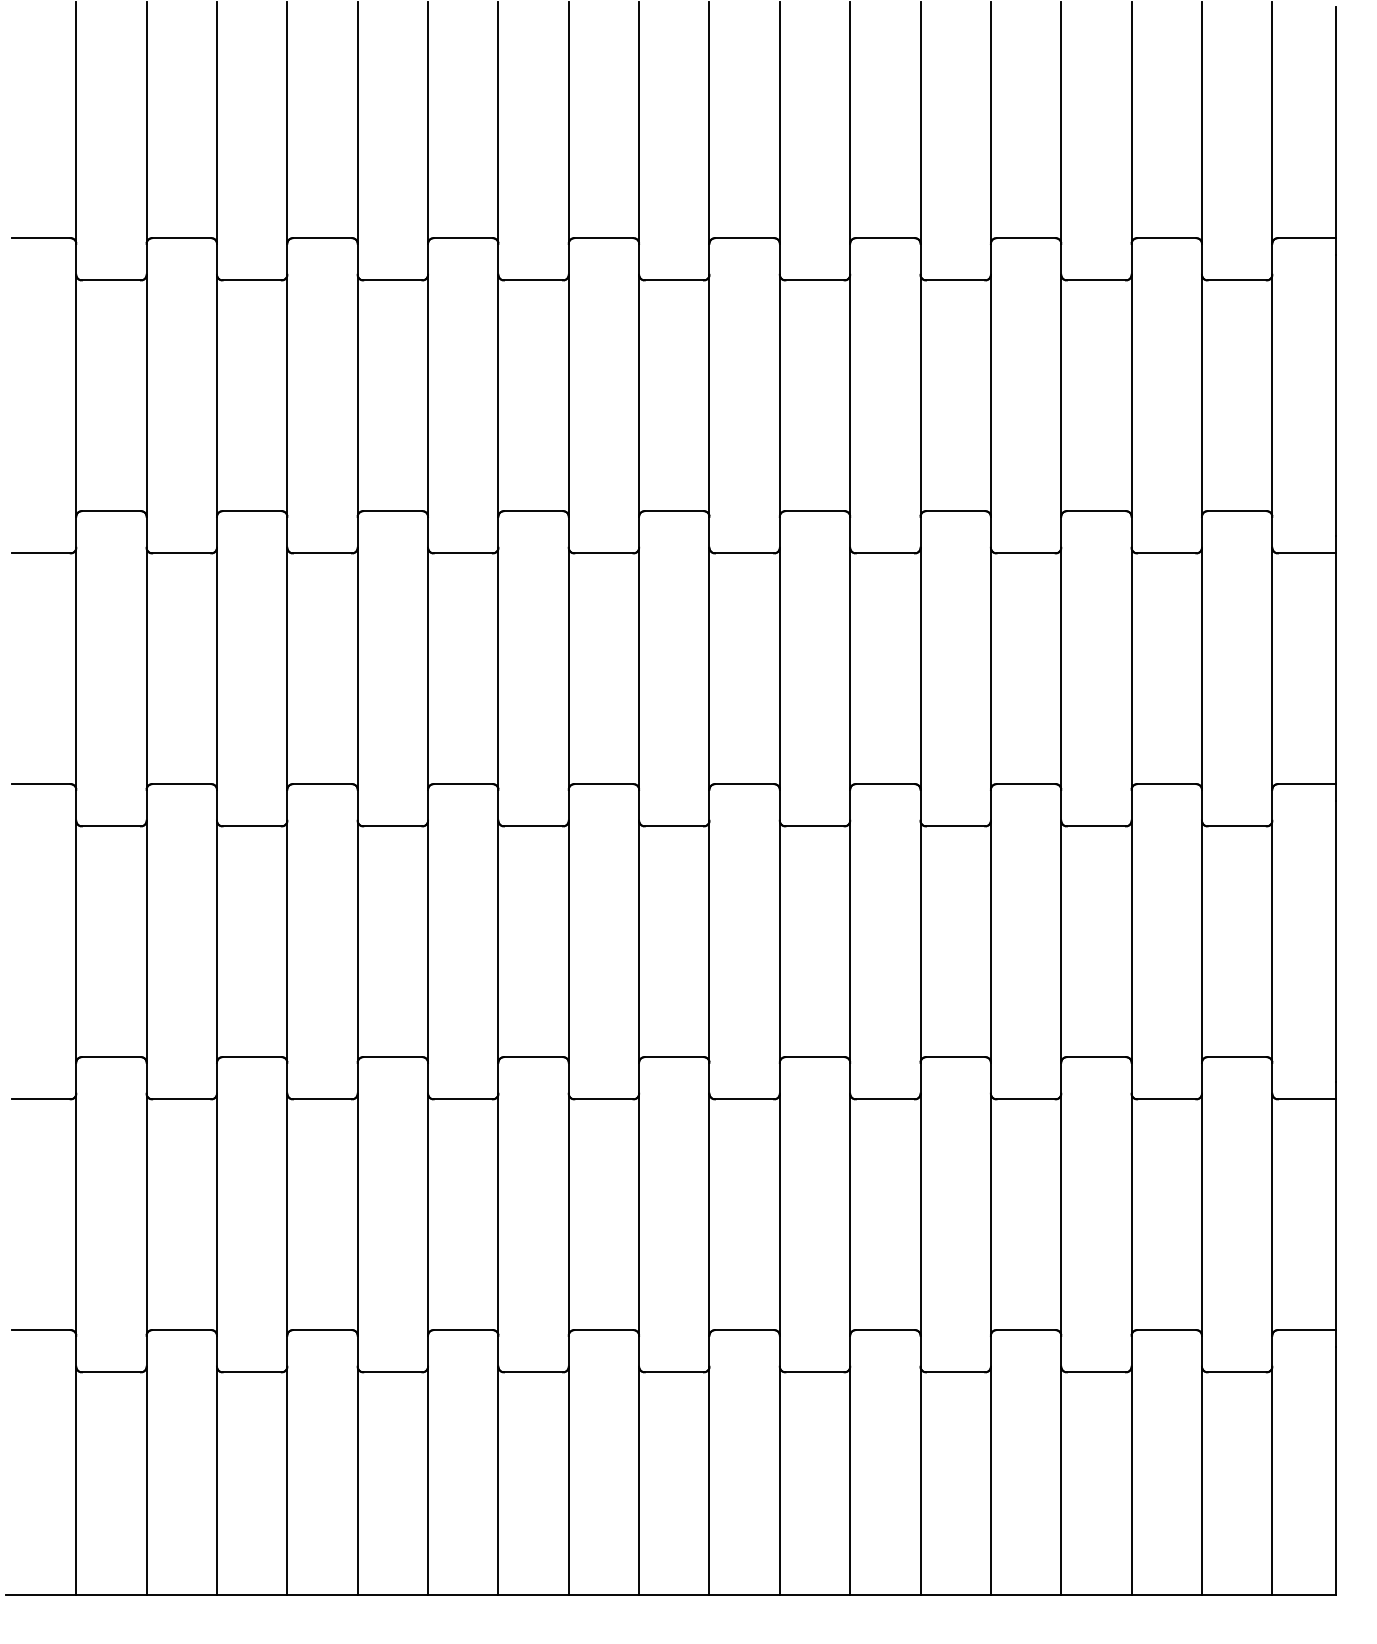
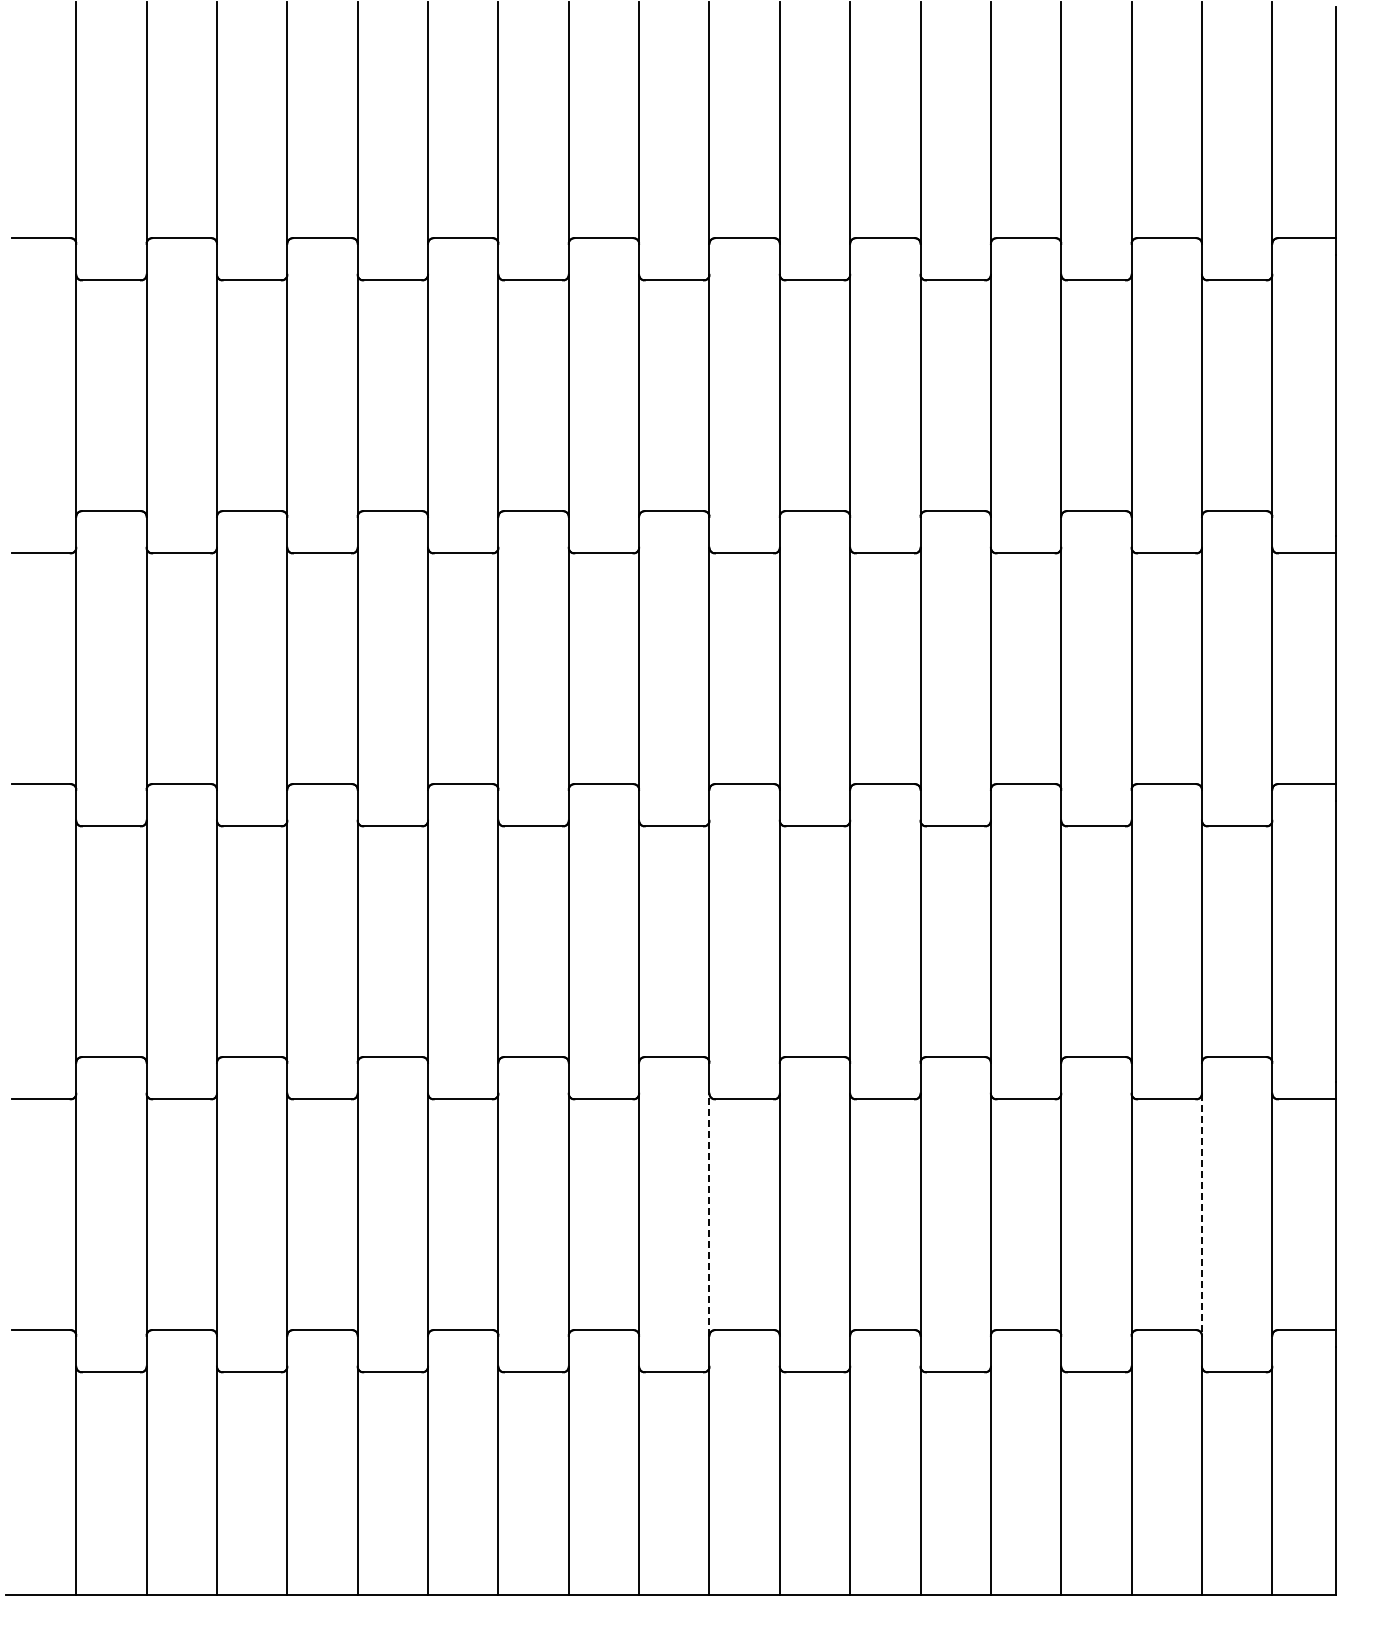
line at (709, 1214): solid -> dashed
line at (1201, 1215): solid -> dashed
